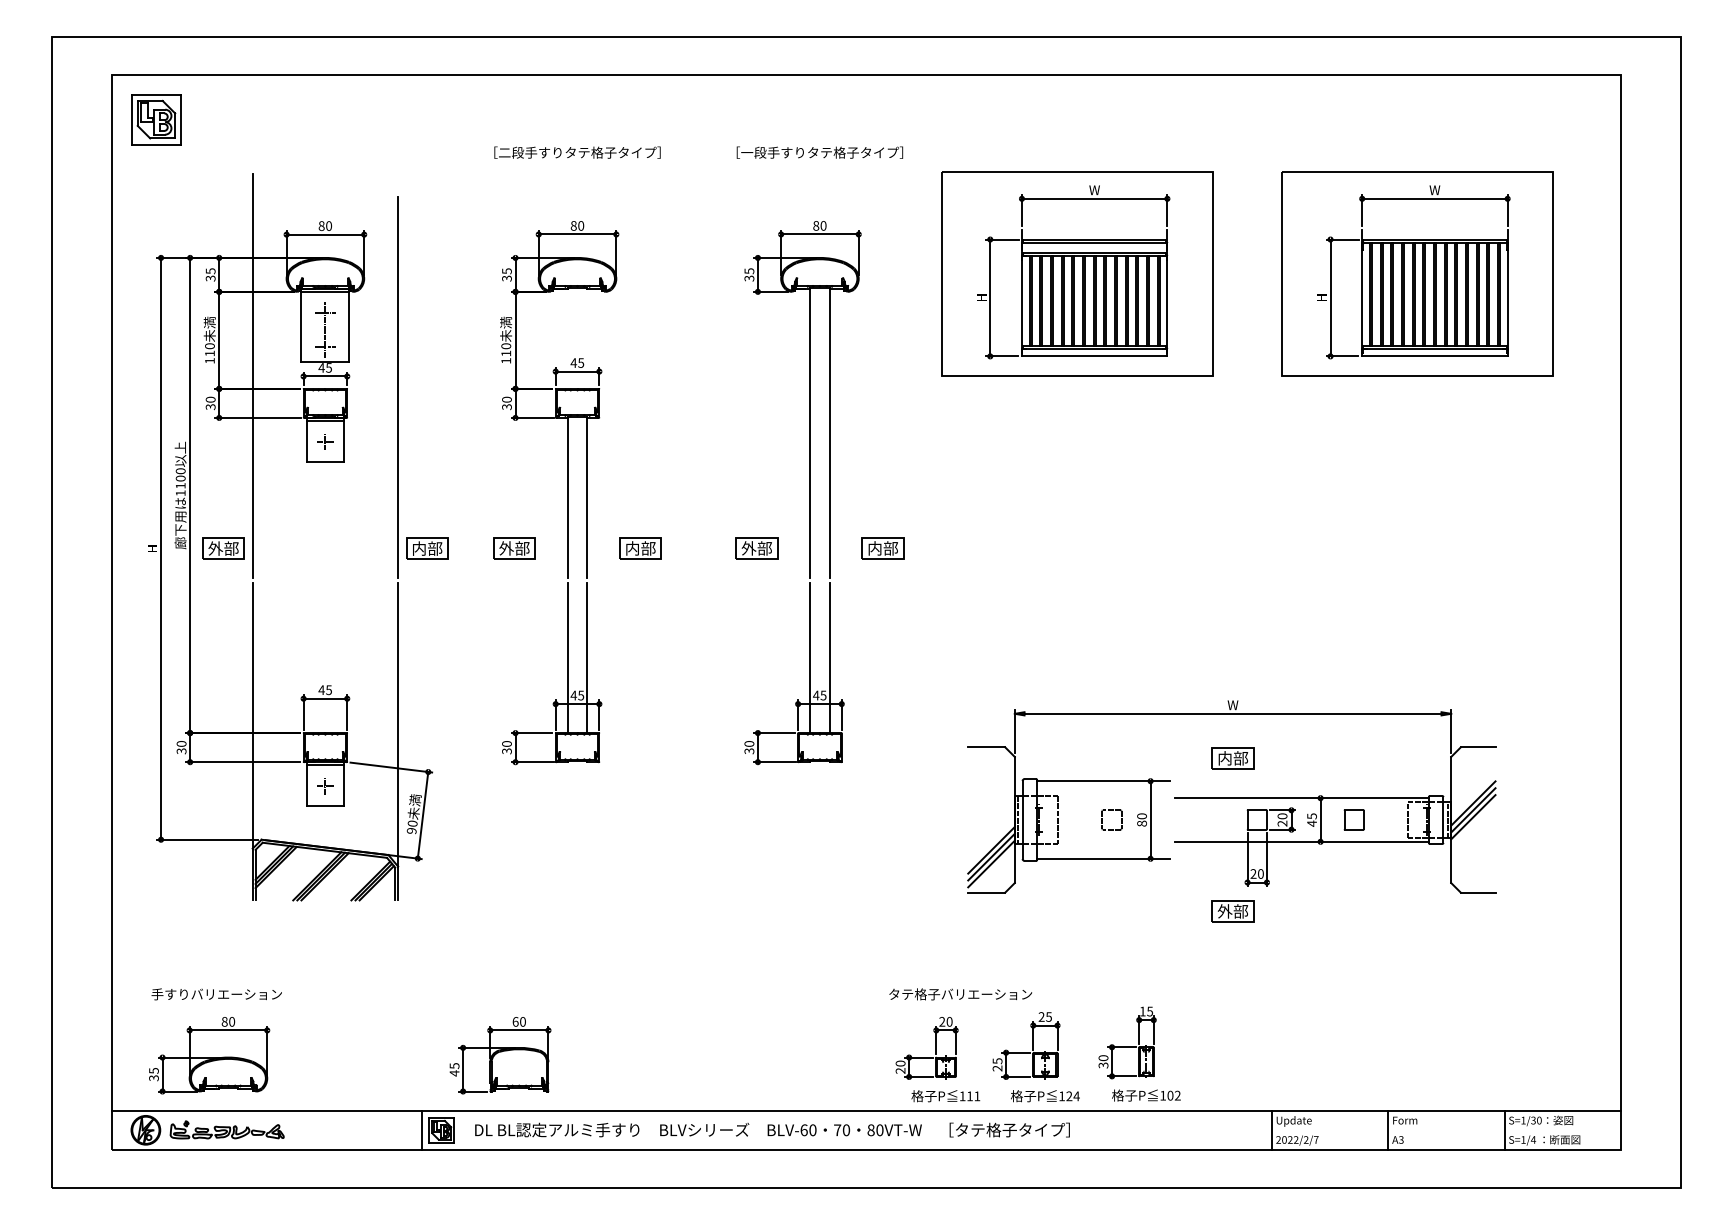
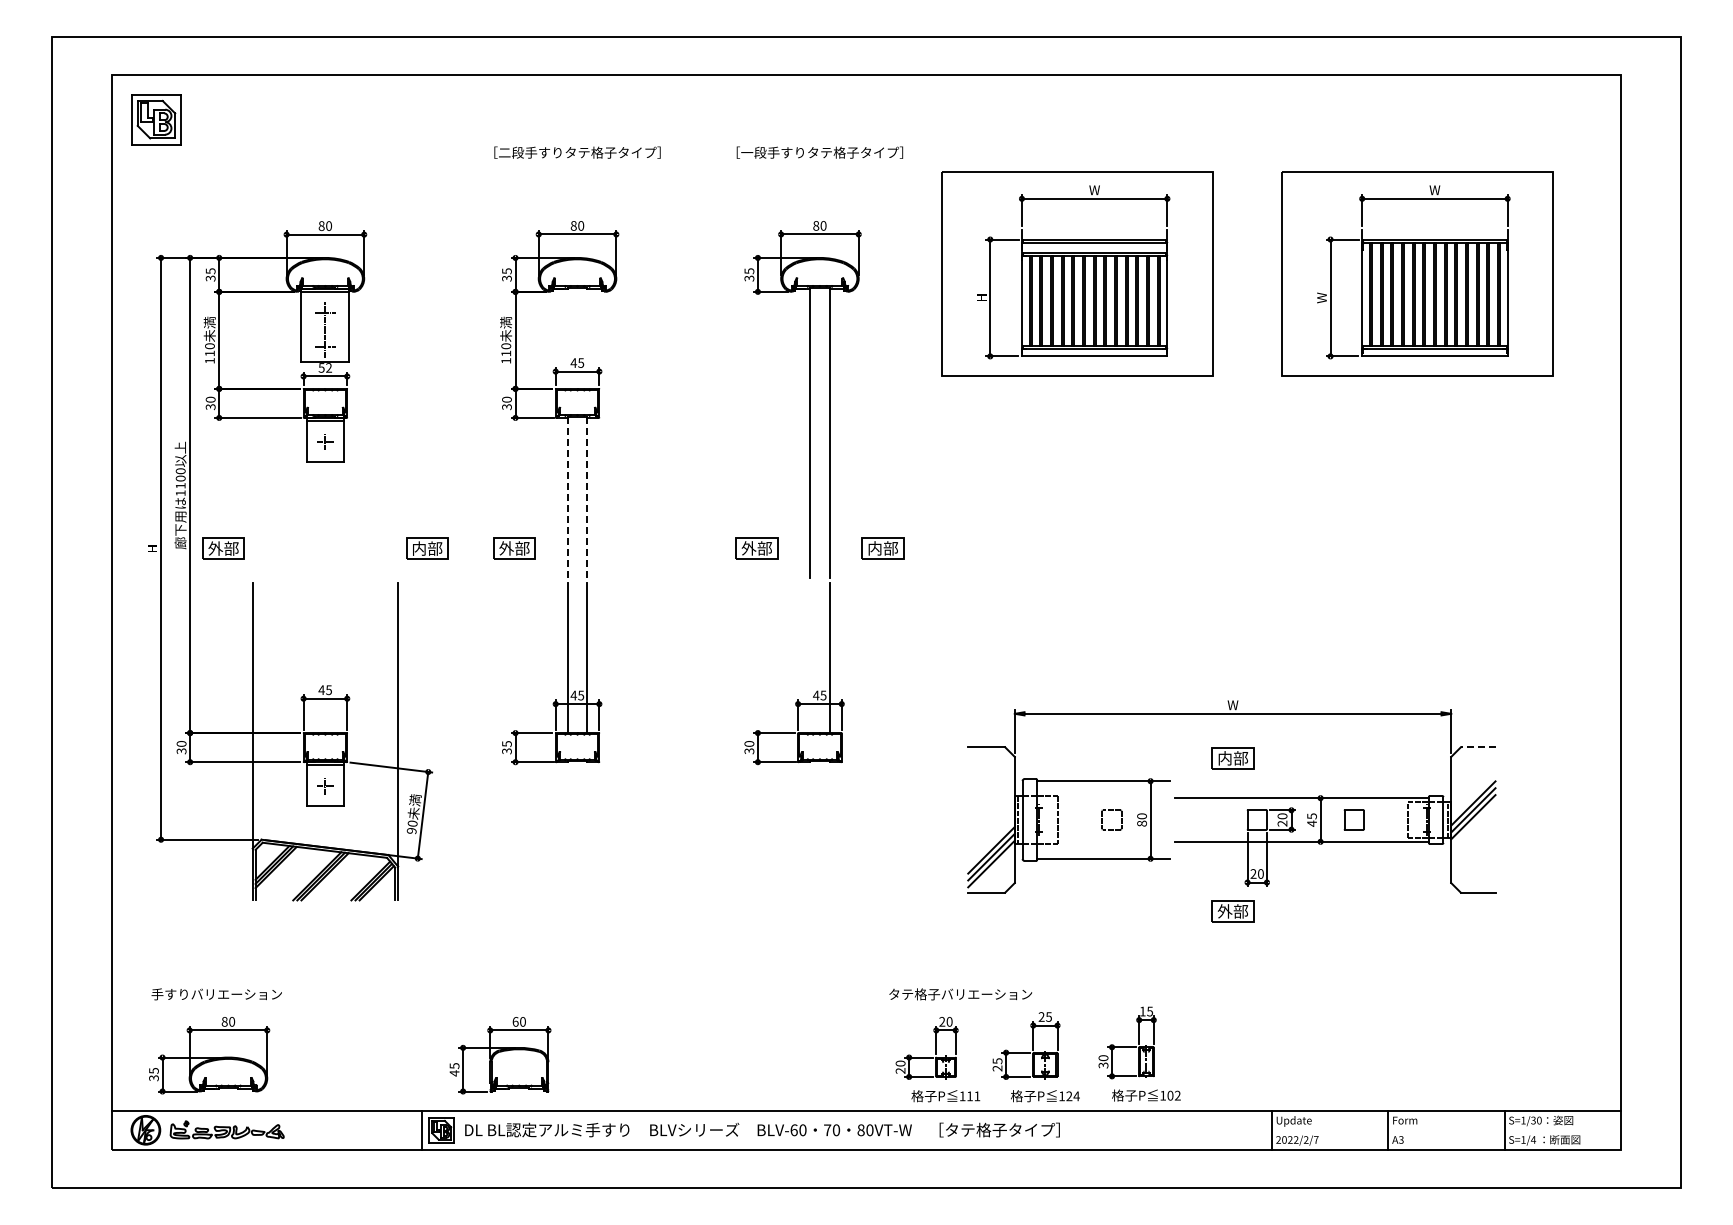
text at (1321, 297): H -> W
text at (324, 367): 45 -> 52
line at (252, 375): present -> none
line at (398, 386): present -> none
line at (567, 497): solid -> dashed
line at (587, 497): solid -> dashed
part at (640, 548): present -> none
line at (810, 657): present -> none
text at (506, 743): 30 -> 35
line at (1477, 747): solid -> dashed
text at (772, 1129) position: (772, 1129) -> (762, 1129)
